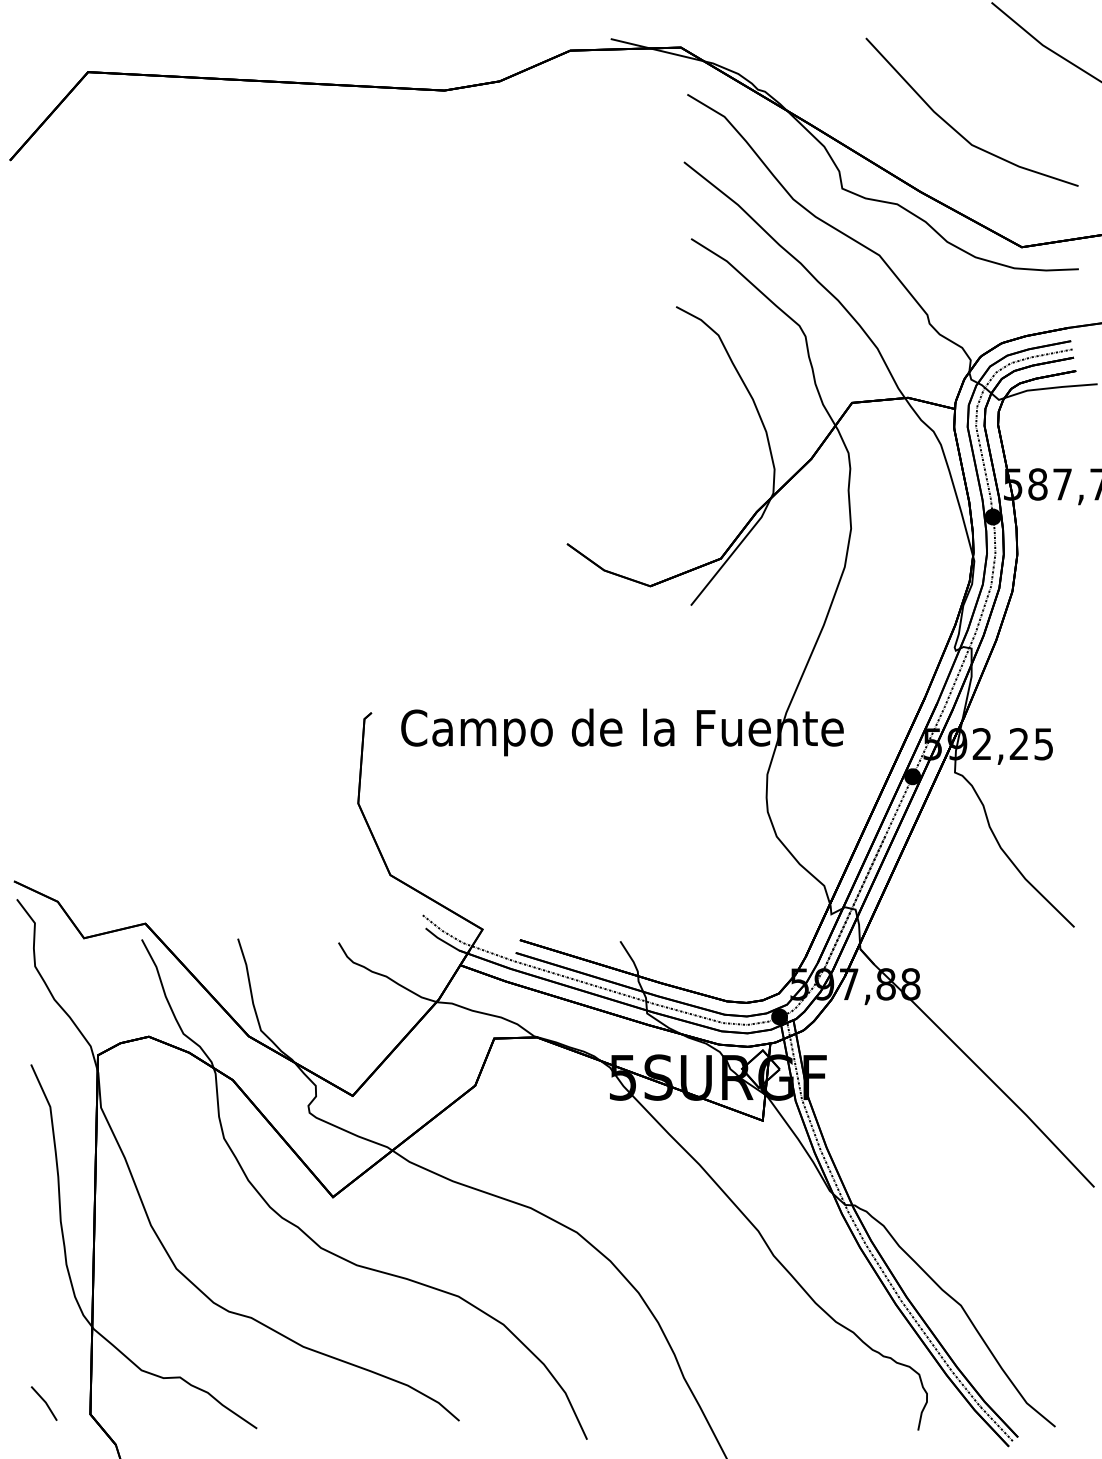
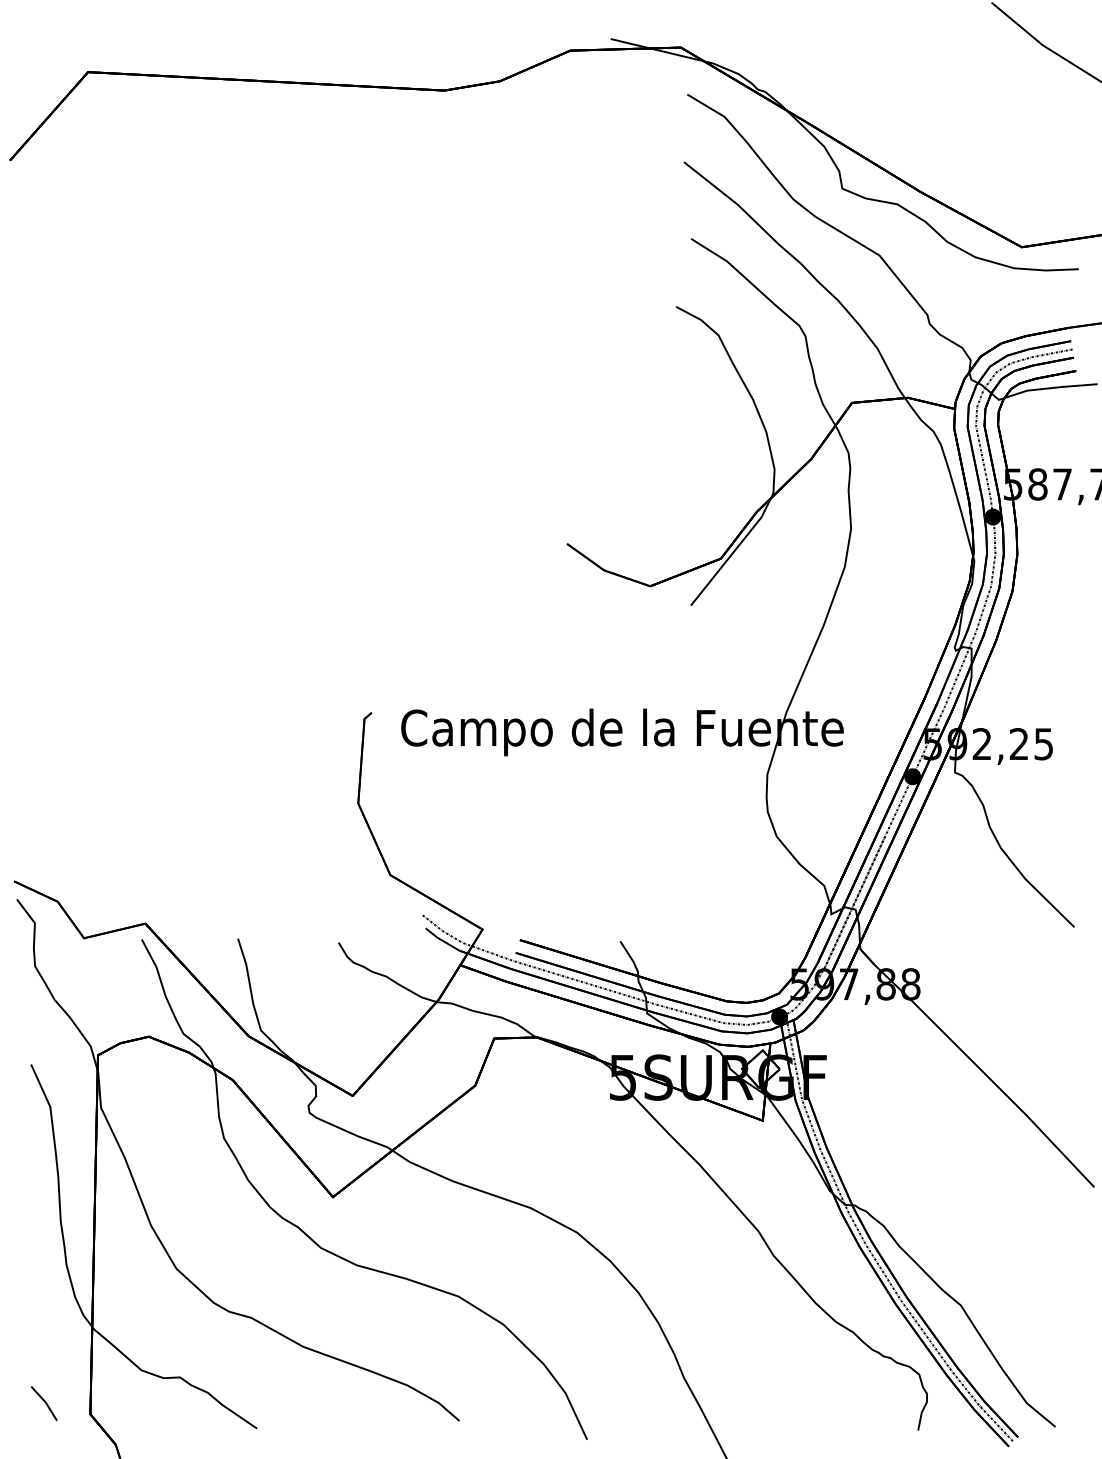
line at (958, 131): present -> none
